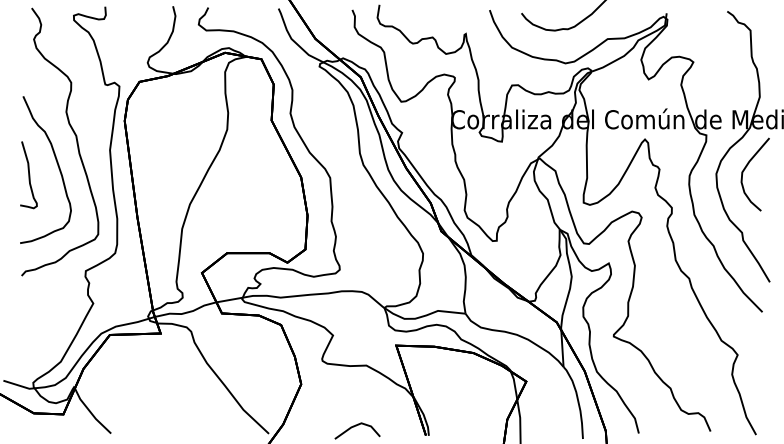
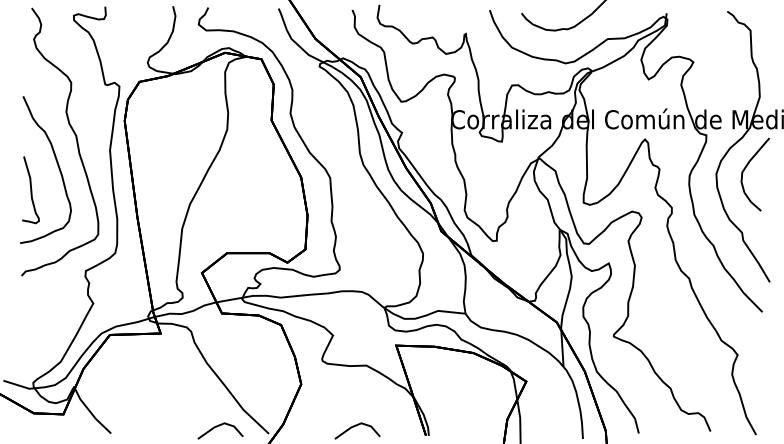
curve at (28, 175) position: (28, 175) -> (30, 190)
line at (219, 426): none -> present
